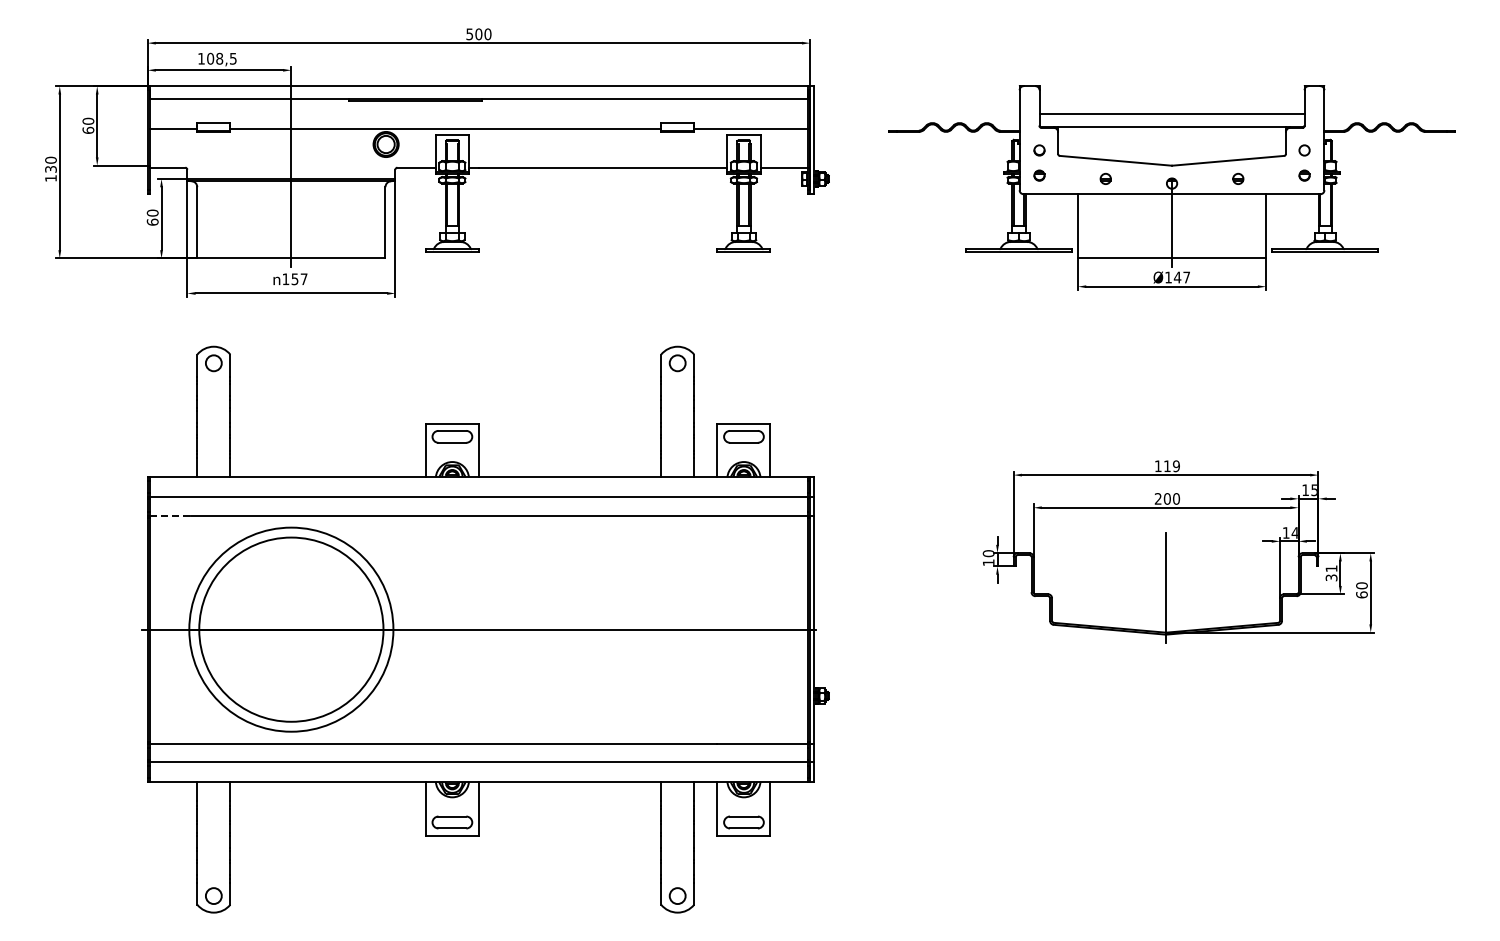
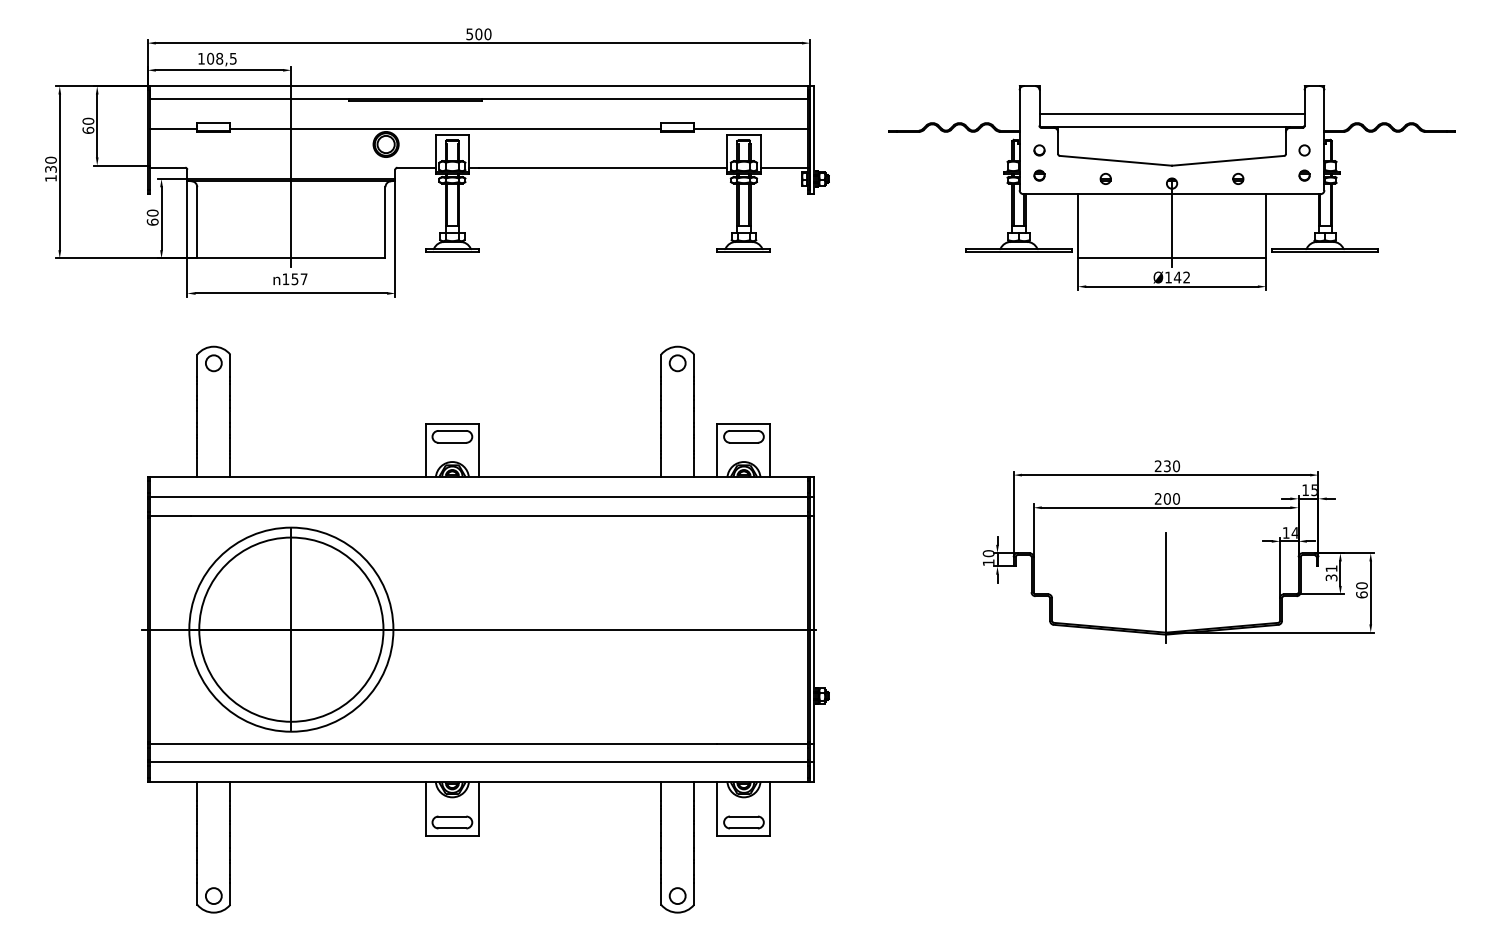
text at (1186, 277): Ø147 -> Ø142
text at (1166, 466): 119 -> 230
line at (170, 515): dashed -> solid
line at (291, 629): none -> present
